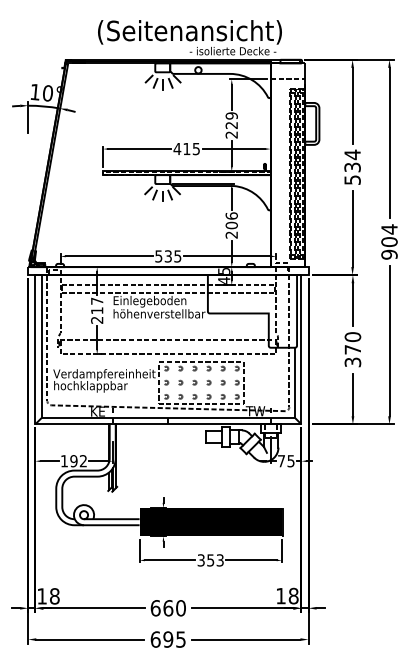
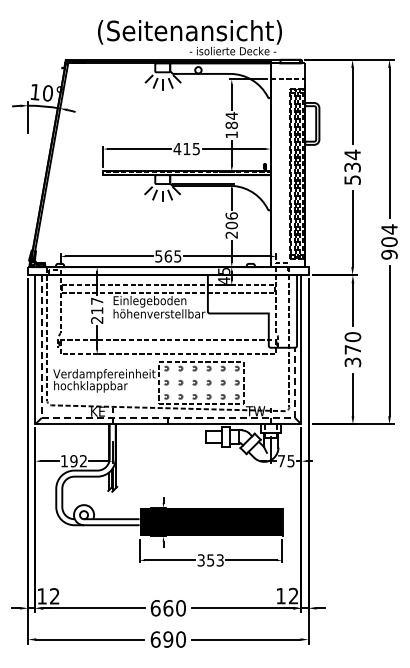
text at (231, 125): 229 -> 184
text at (168, 256): 535 -> 565
line at (132, 417): solid -> dashed
text at (293, 595): 18 -> 12
text at (54, 596): 18 -> 12
text at (180, 639): 695 -> 690
